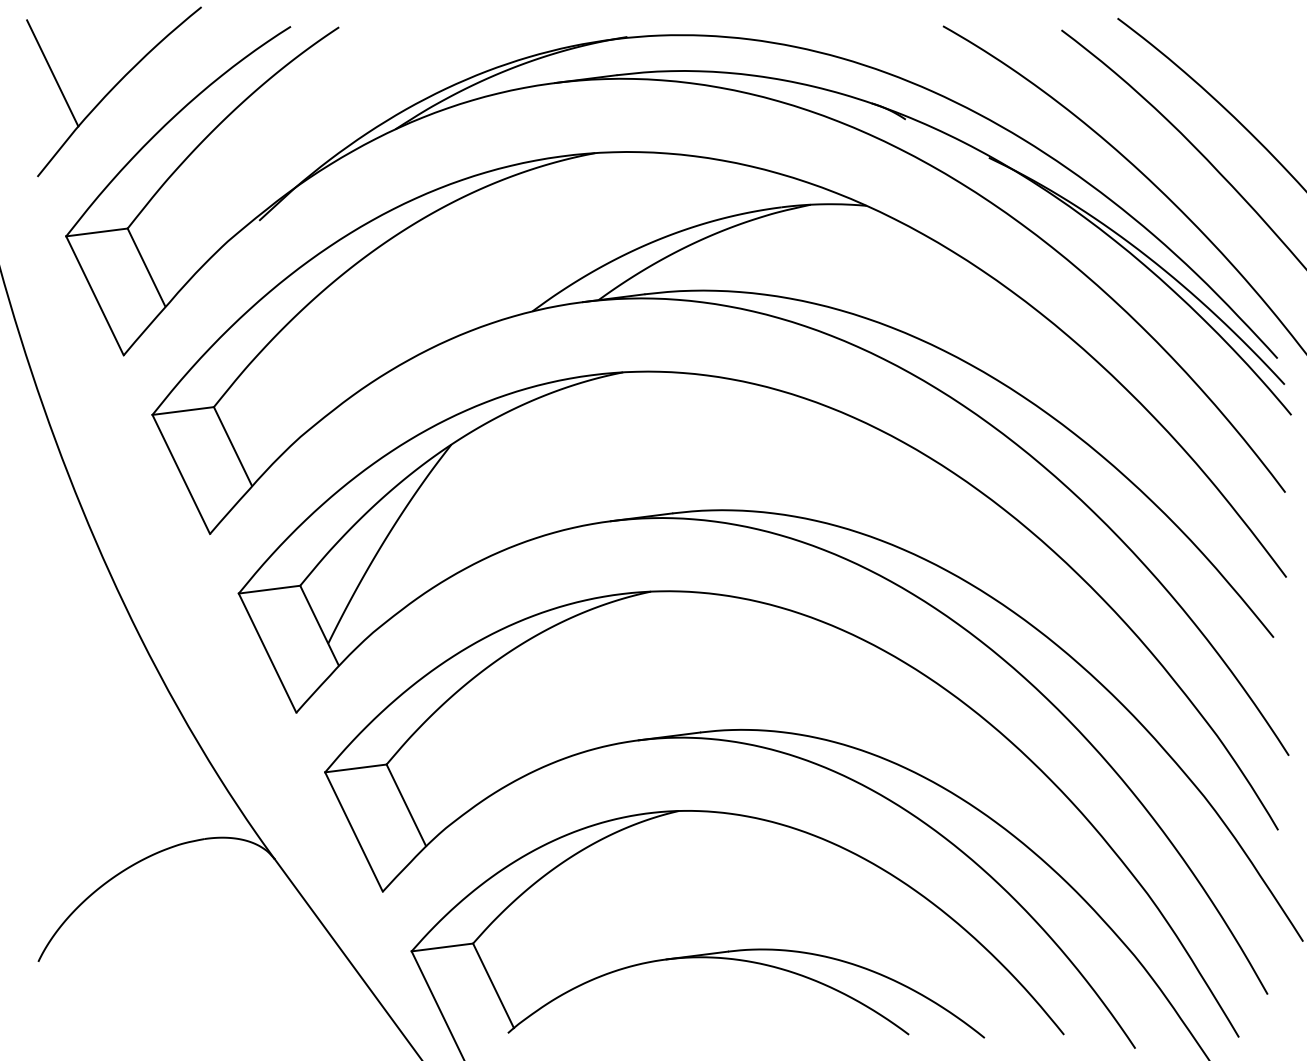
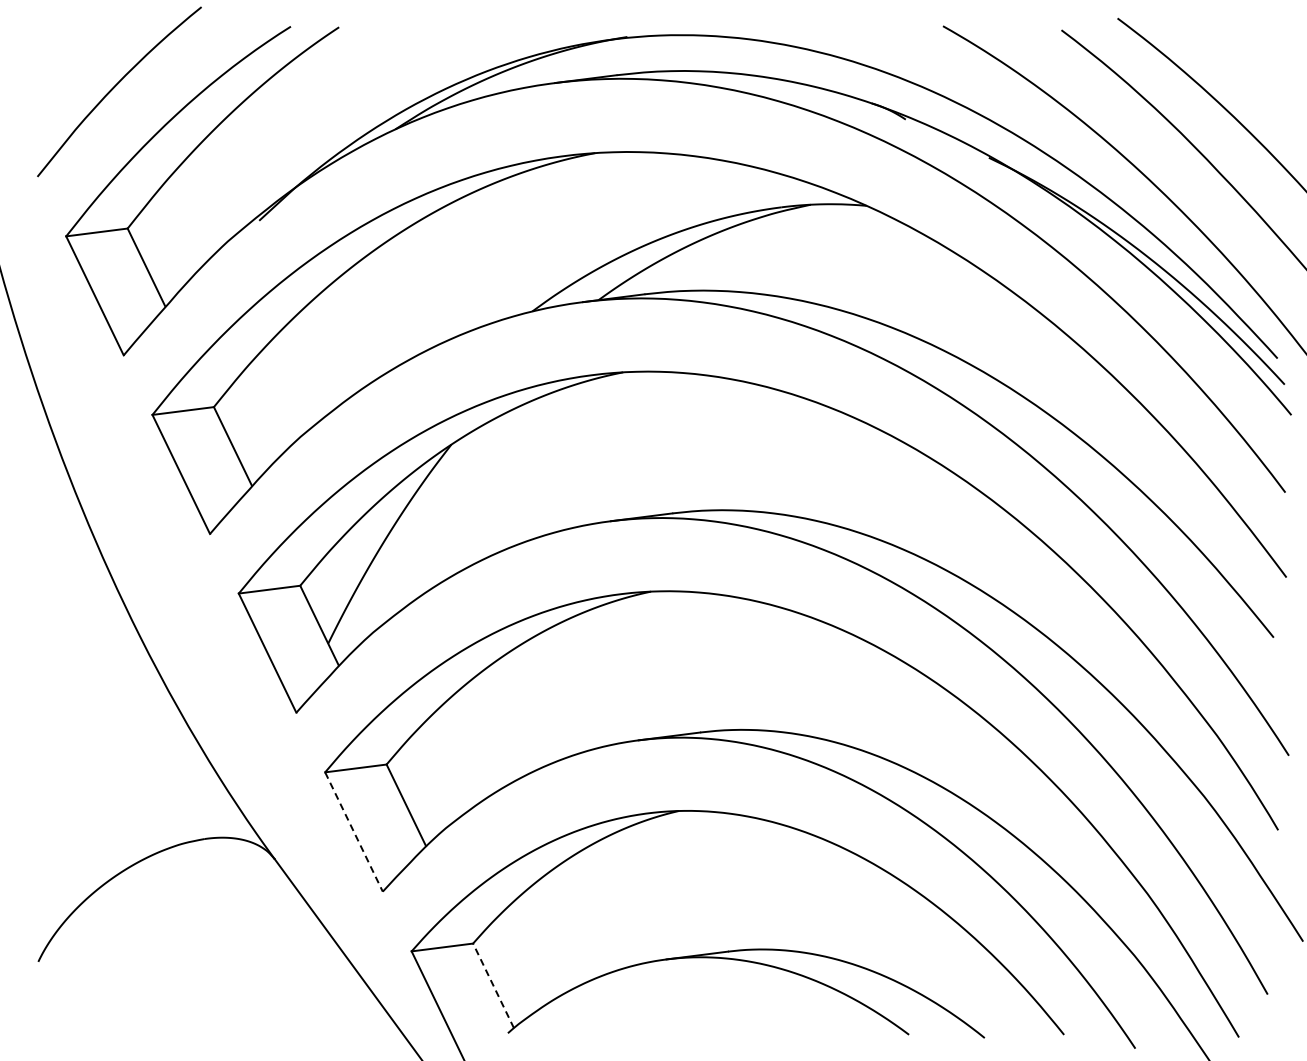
line at (52, 73): present -> none
line at (354, 832): solid -> dashed
line at (493, 985): solid -> dashed
